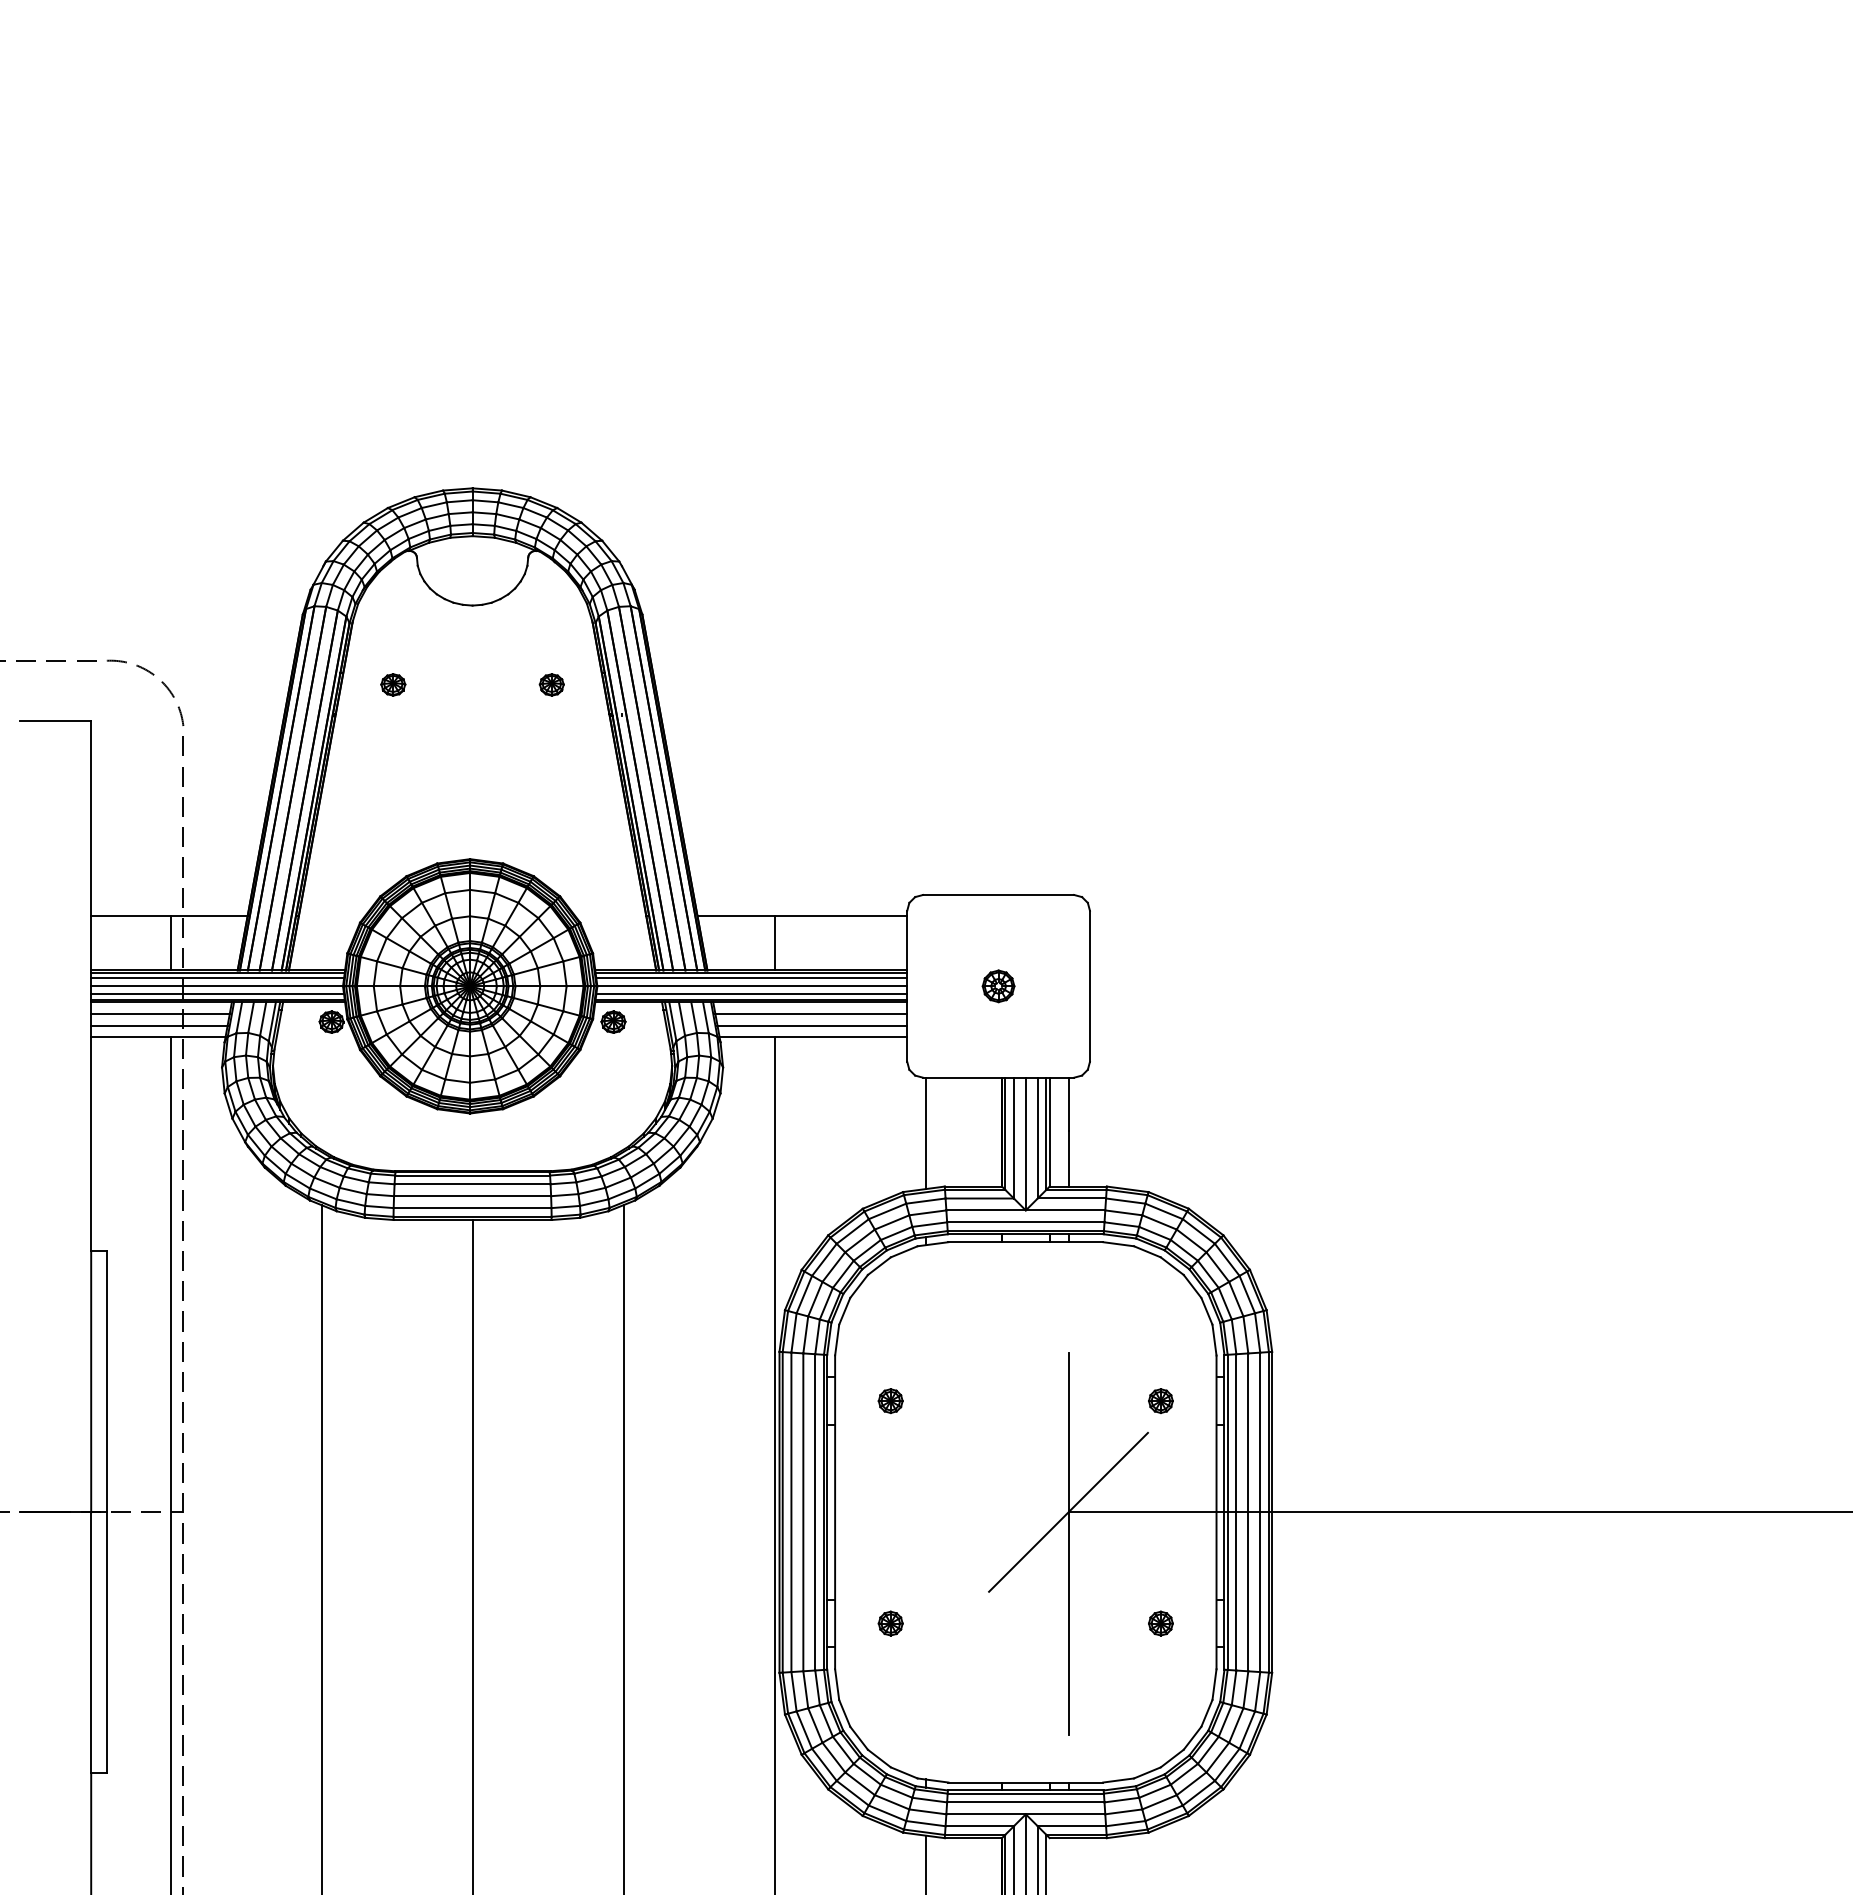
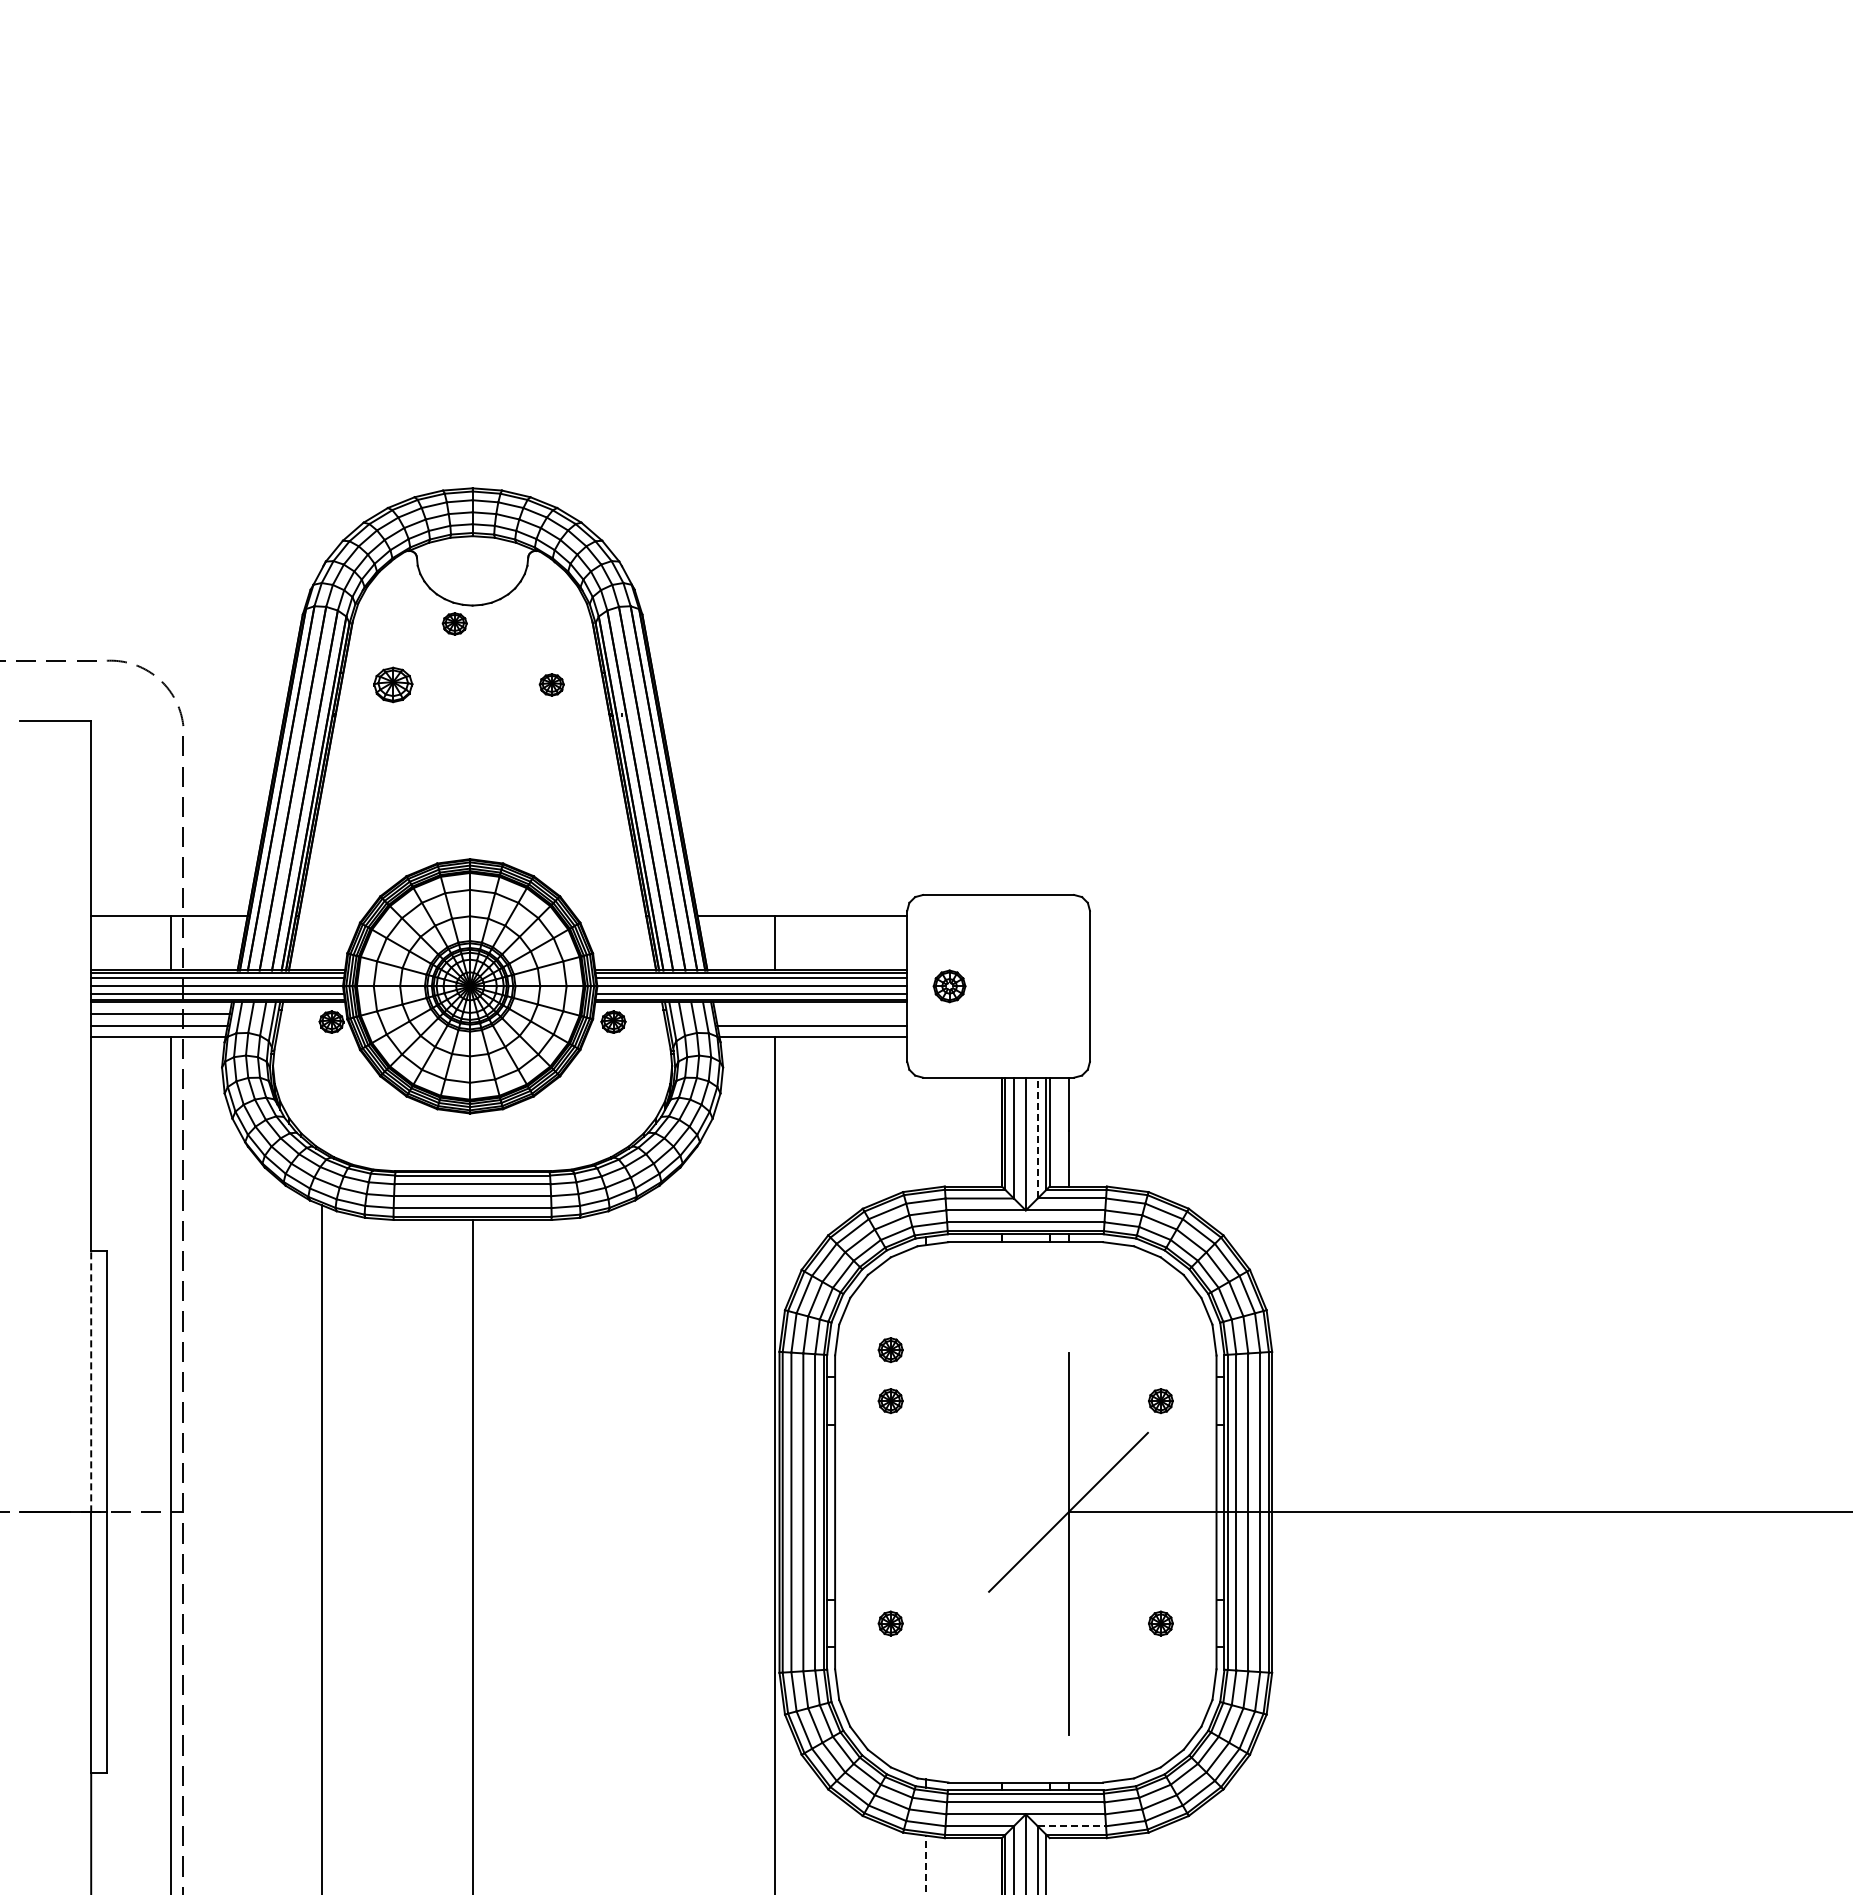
part at (454, 623): none -> present
part at (393, 684) size: 27x24 px -> 41x38 px
part at (998, 986) position: (998, 986) -> (949, 986)
line at (811, 1013): present -> none
line at (925, 1133): present -> none
line at (1037, 1137): solid -> dashed
part at (890, 1350): none -> present
line at (91, 1381): solid -> dashed
line at (623, 1548): present -> none
line at (1072, 1826): solid -> dashed
line at (925, 1864): solid -> dashed
